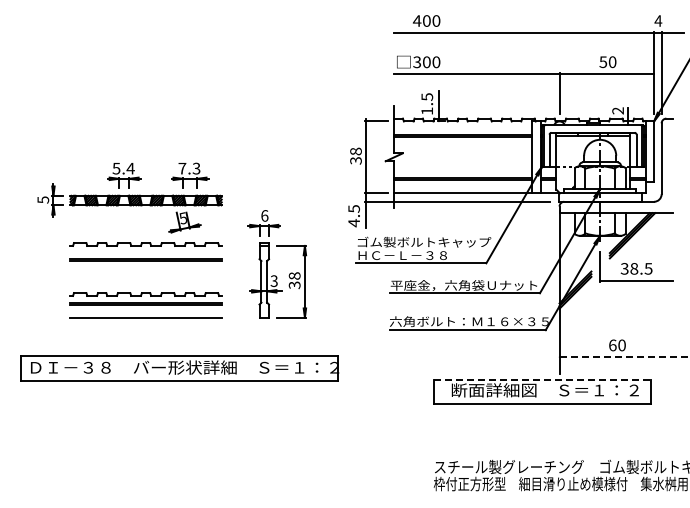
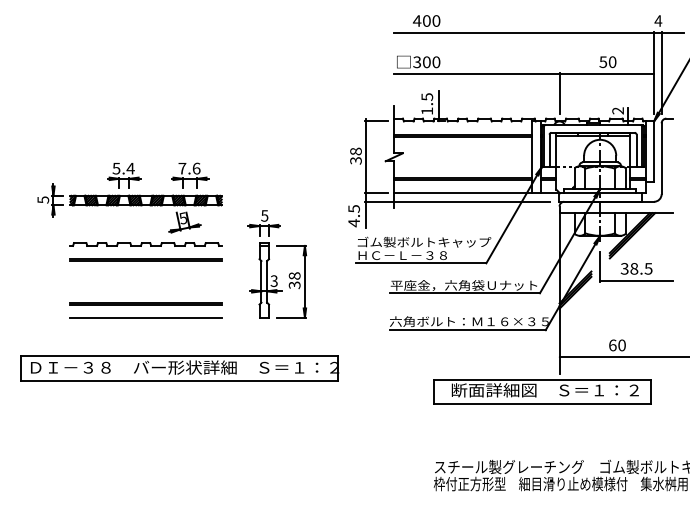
text at (196, 168): 7.3 -> 7.6
text at (264, 215): 6 -> 5
part at (145, 294): present -> none
line at (624, 357): dashed -> solid
line at (542, 379): dashed -> solid
